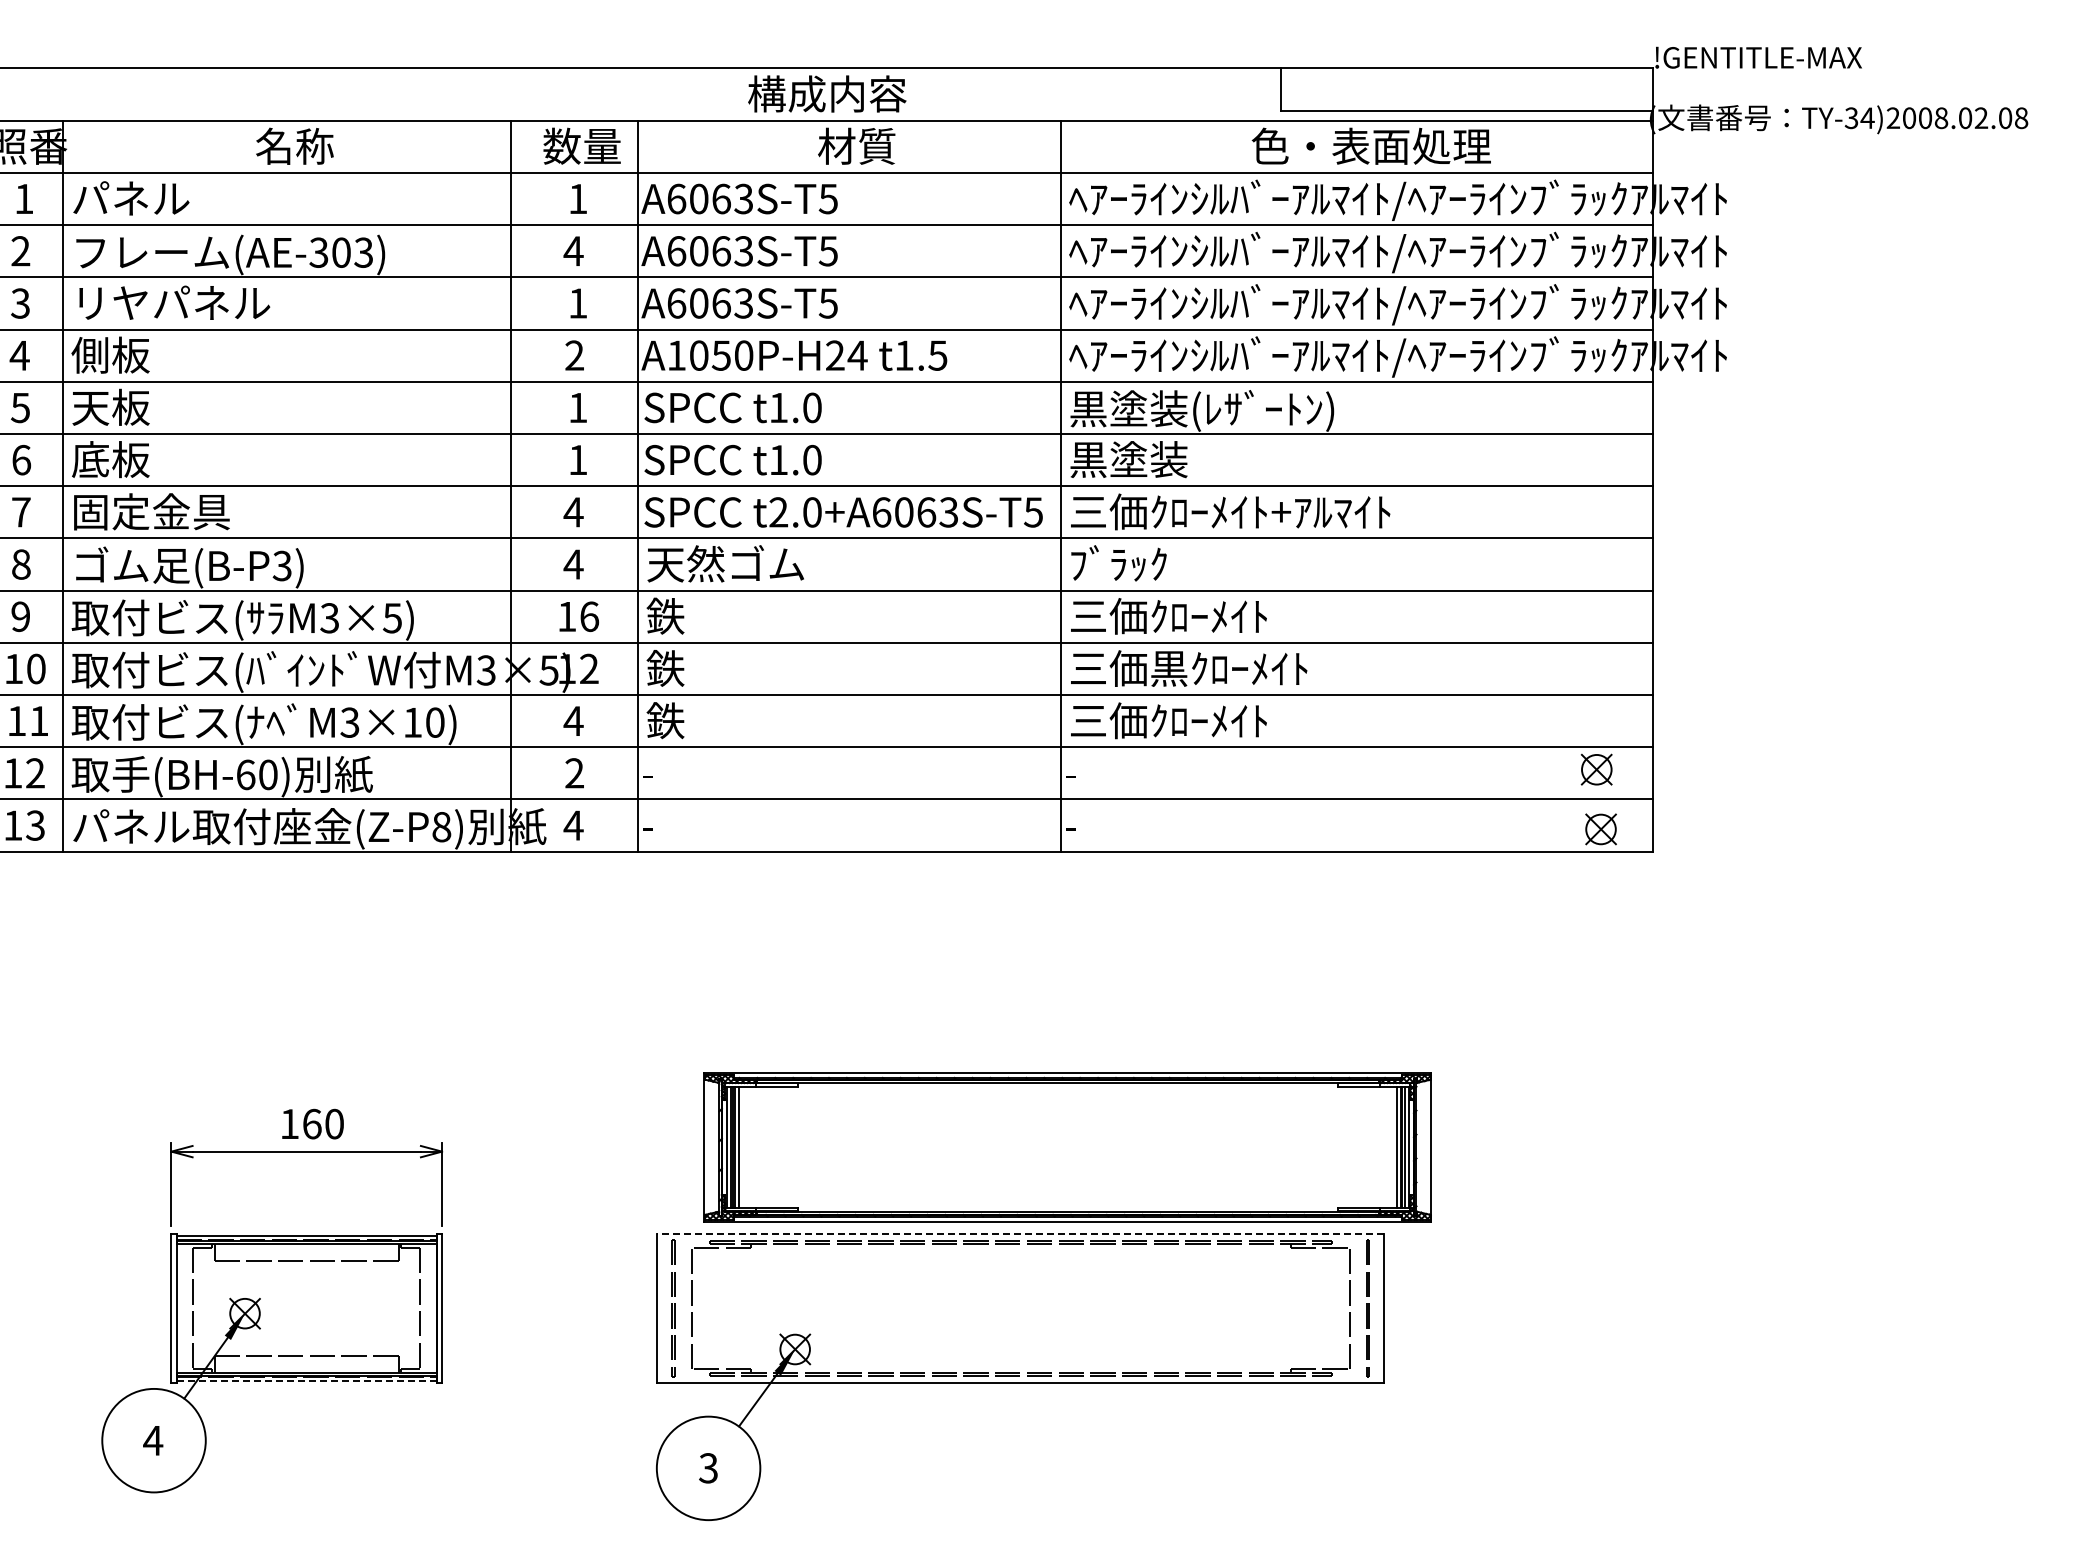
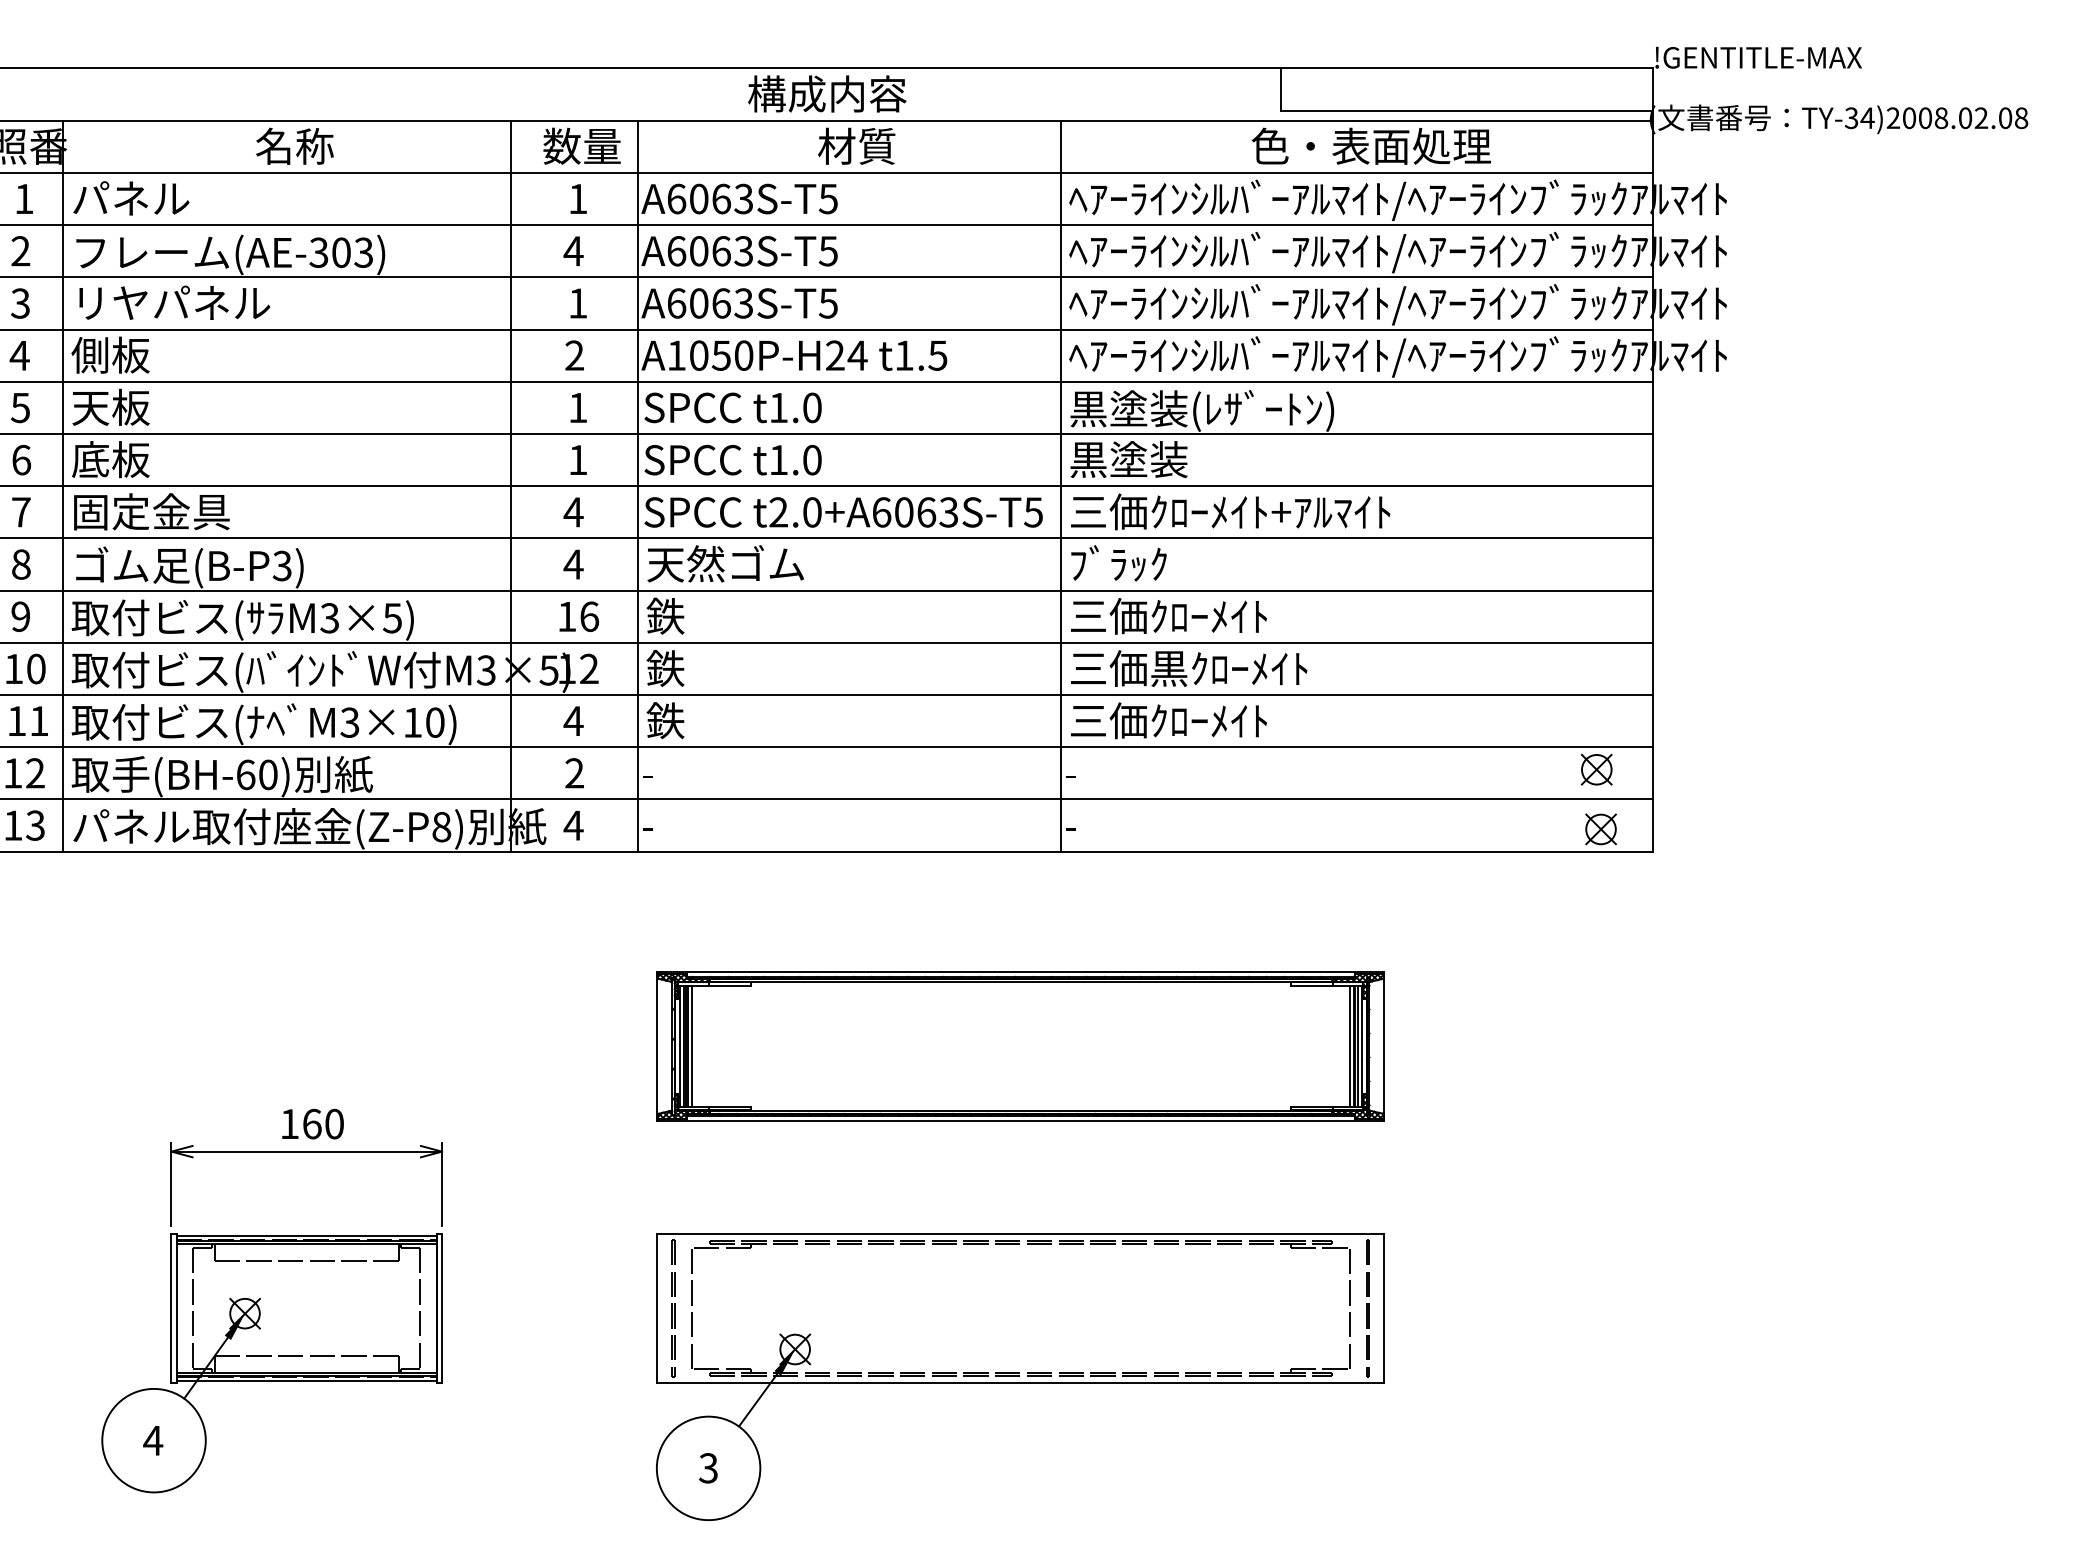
part at (1067, 1147) position: (1067, 1147) -> (1020, 1046)
line at (1020, 1233): dashed -> solid
line at (306, 1381): dashed -> solid
